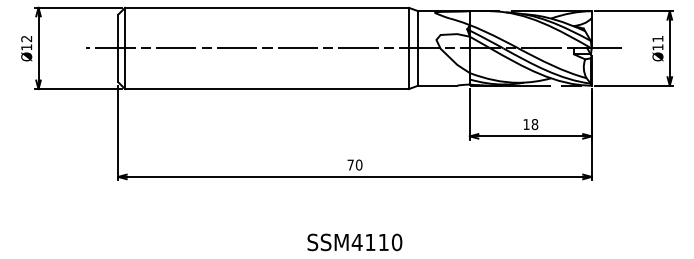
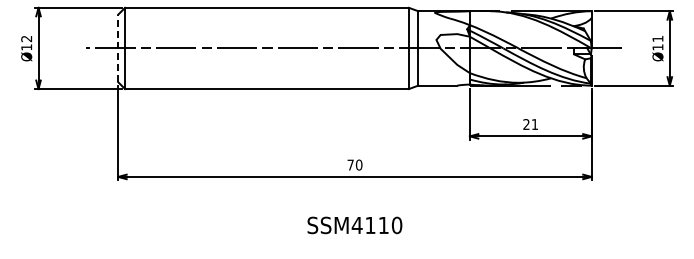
line at (118, 48): solid -> dashed
text at (530, 124): 18 -> 21
text at (354, 242) position: (354, 242) -> (354, 225)
